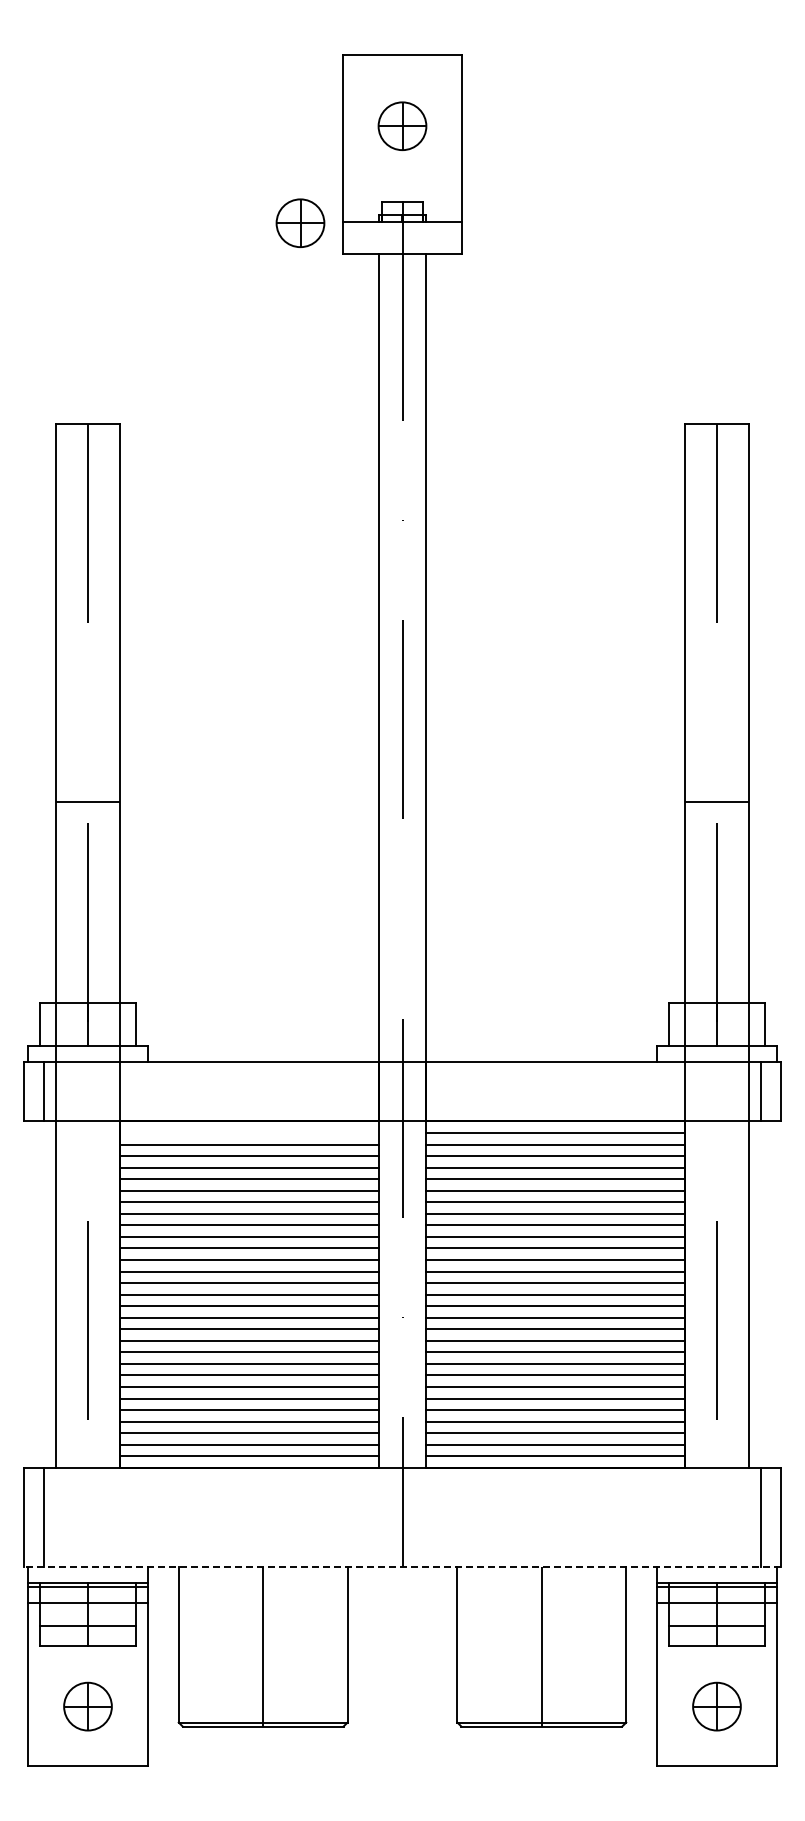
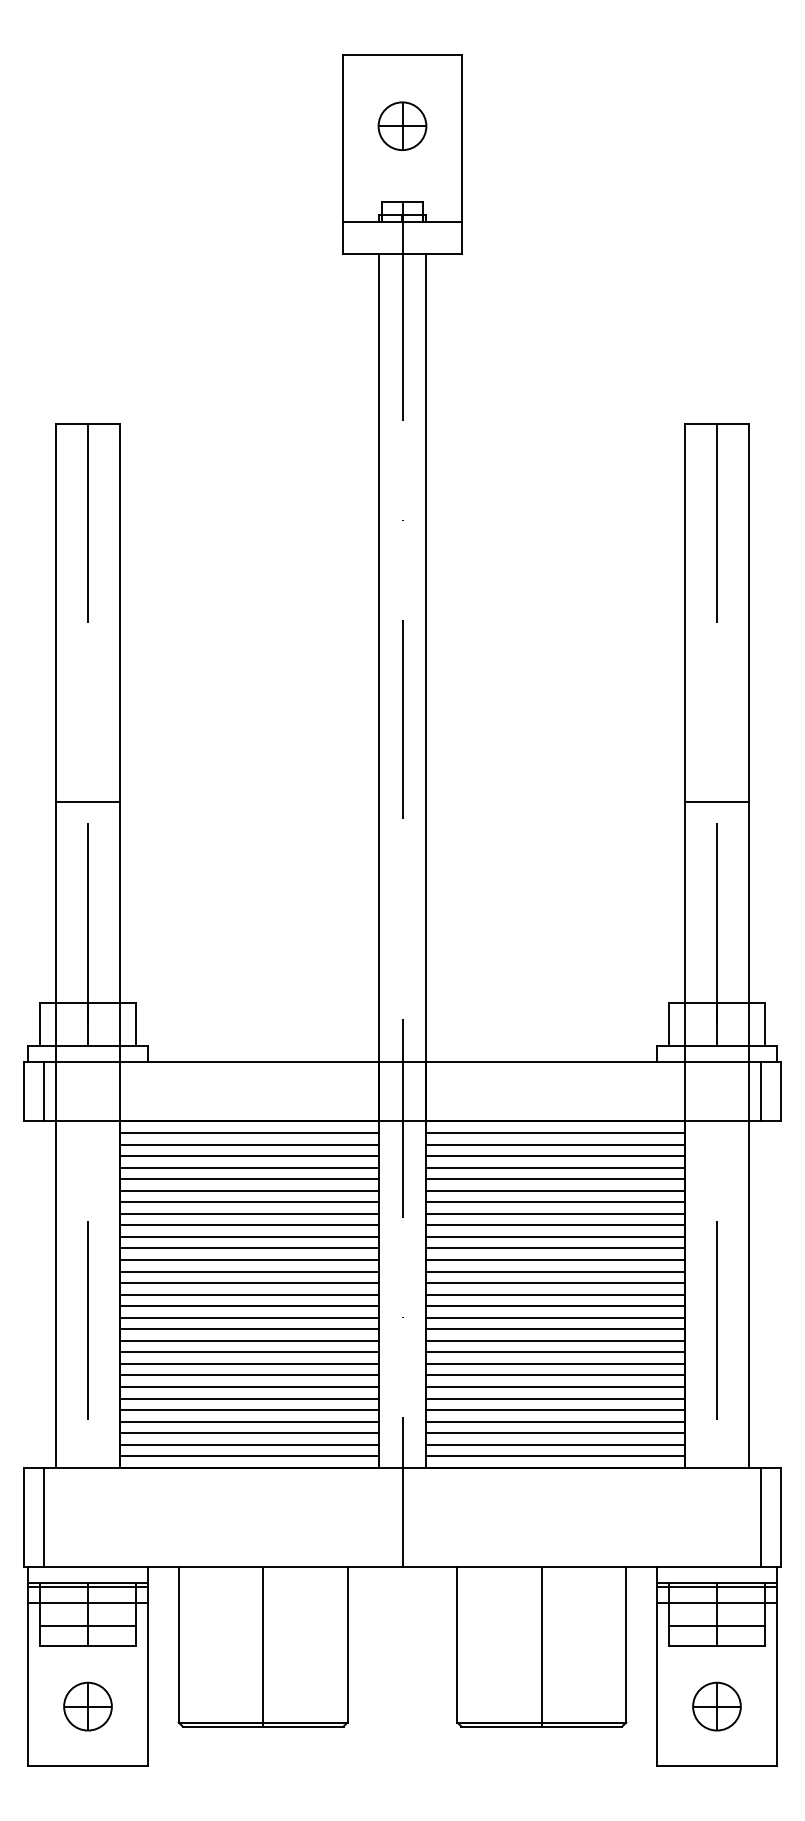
part at (300, 222): present -> none
line at (248, 1133): none -> present
line at (402, 1567): dashed -> solid
